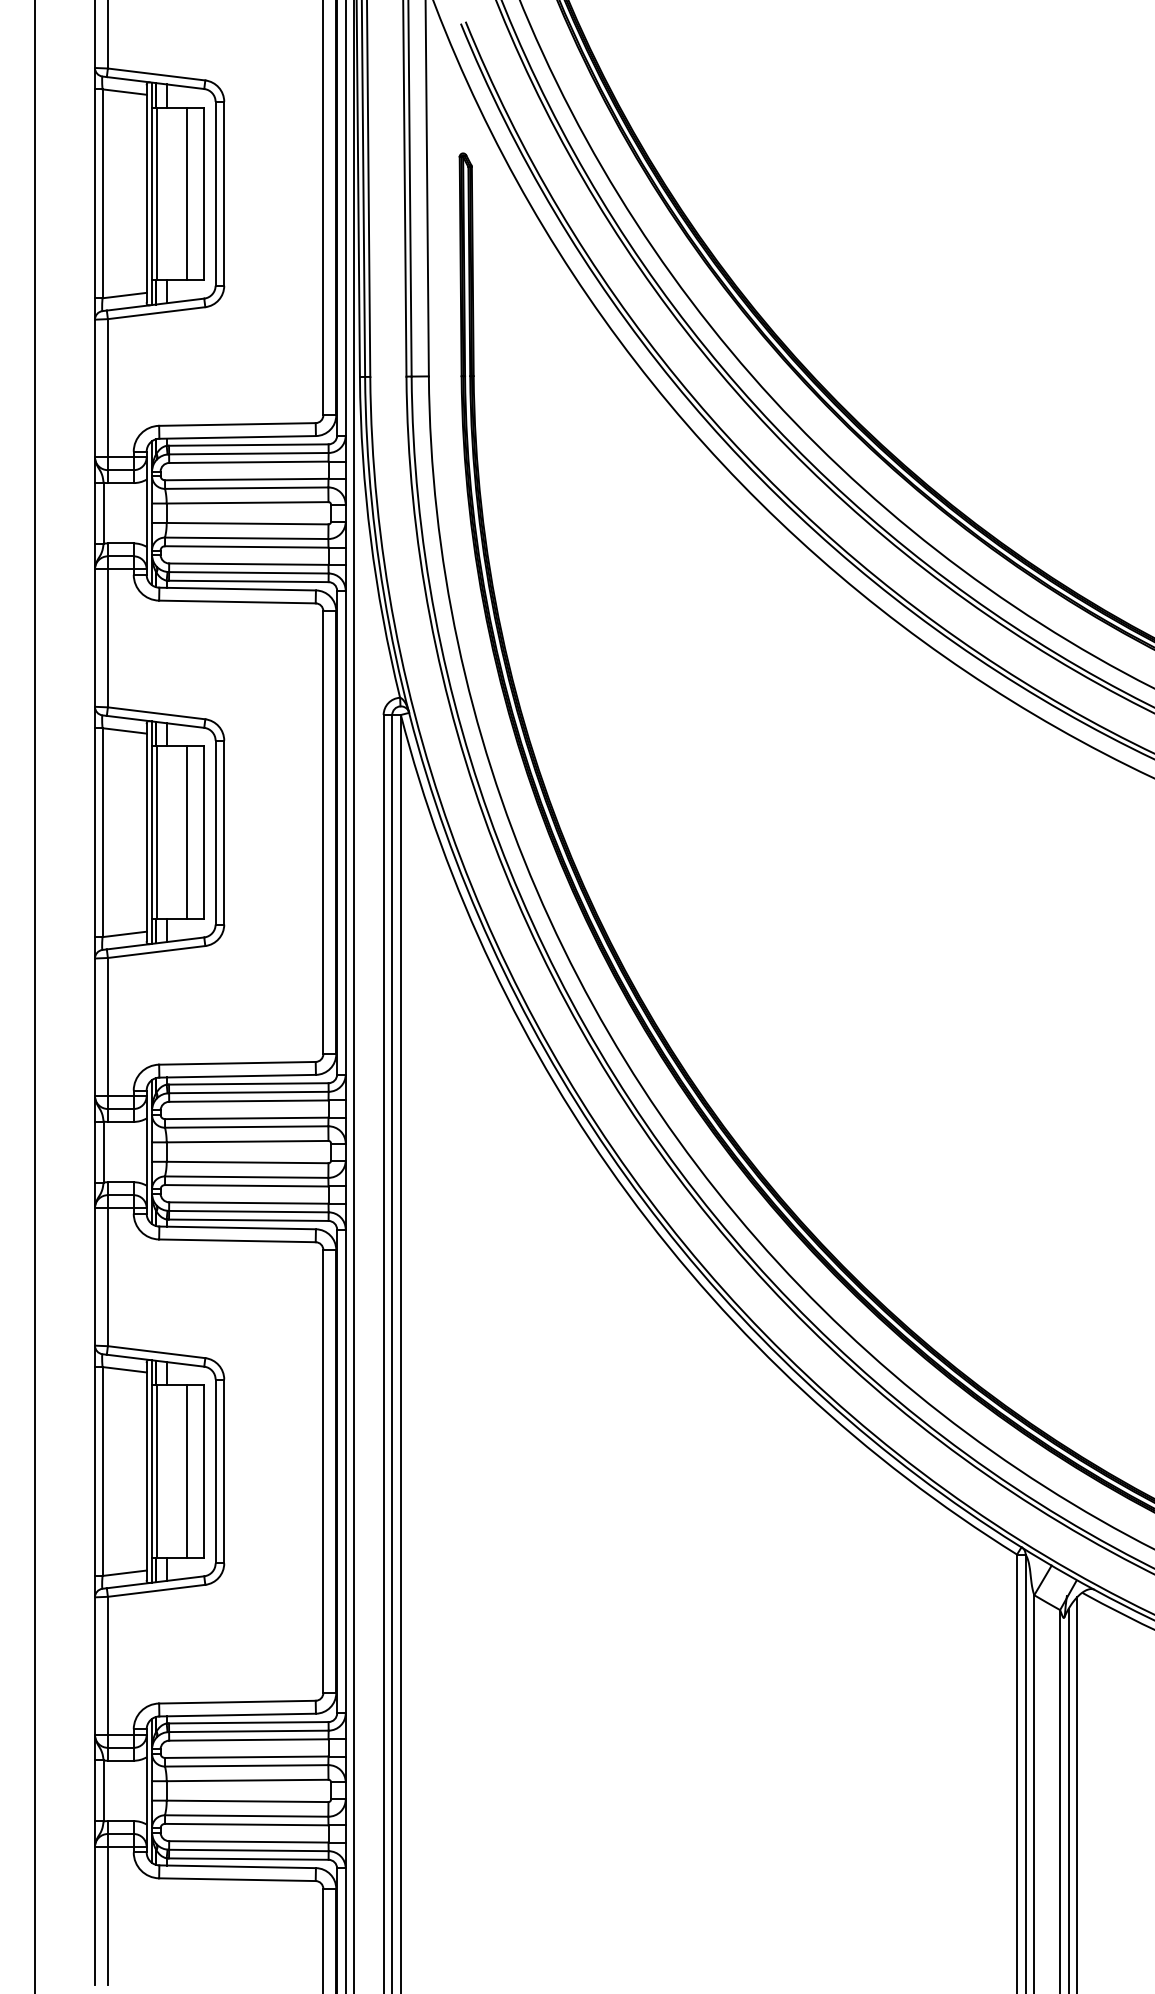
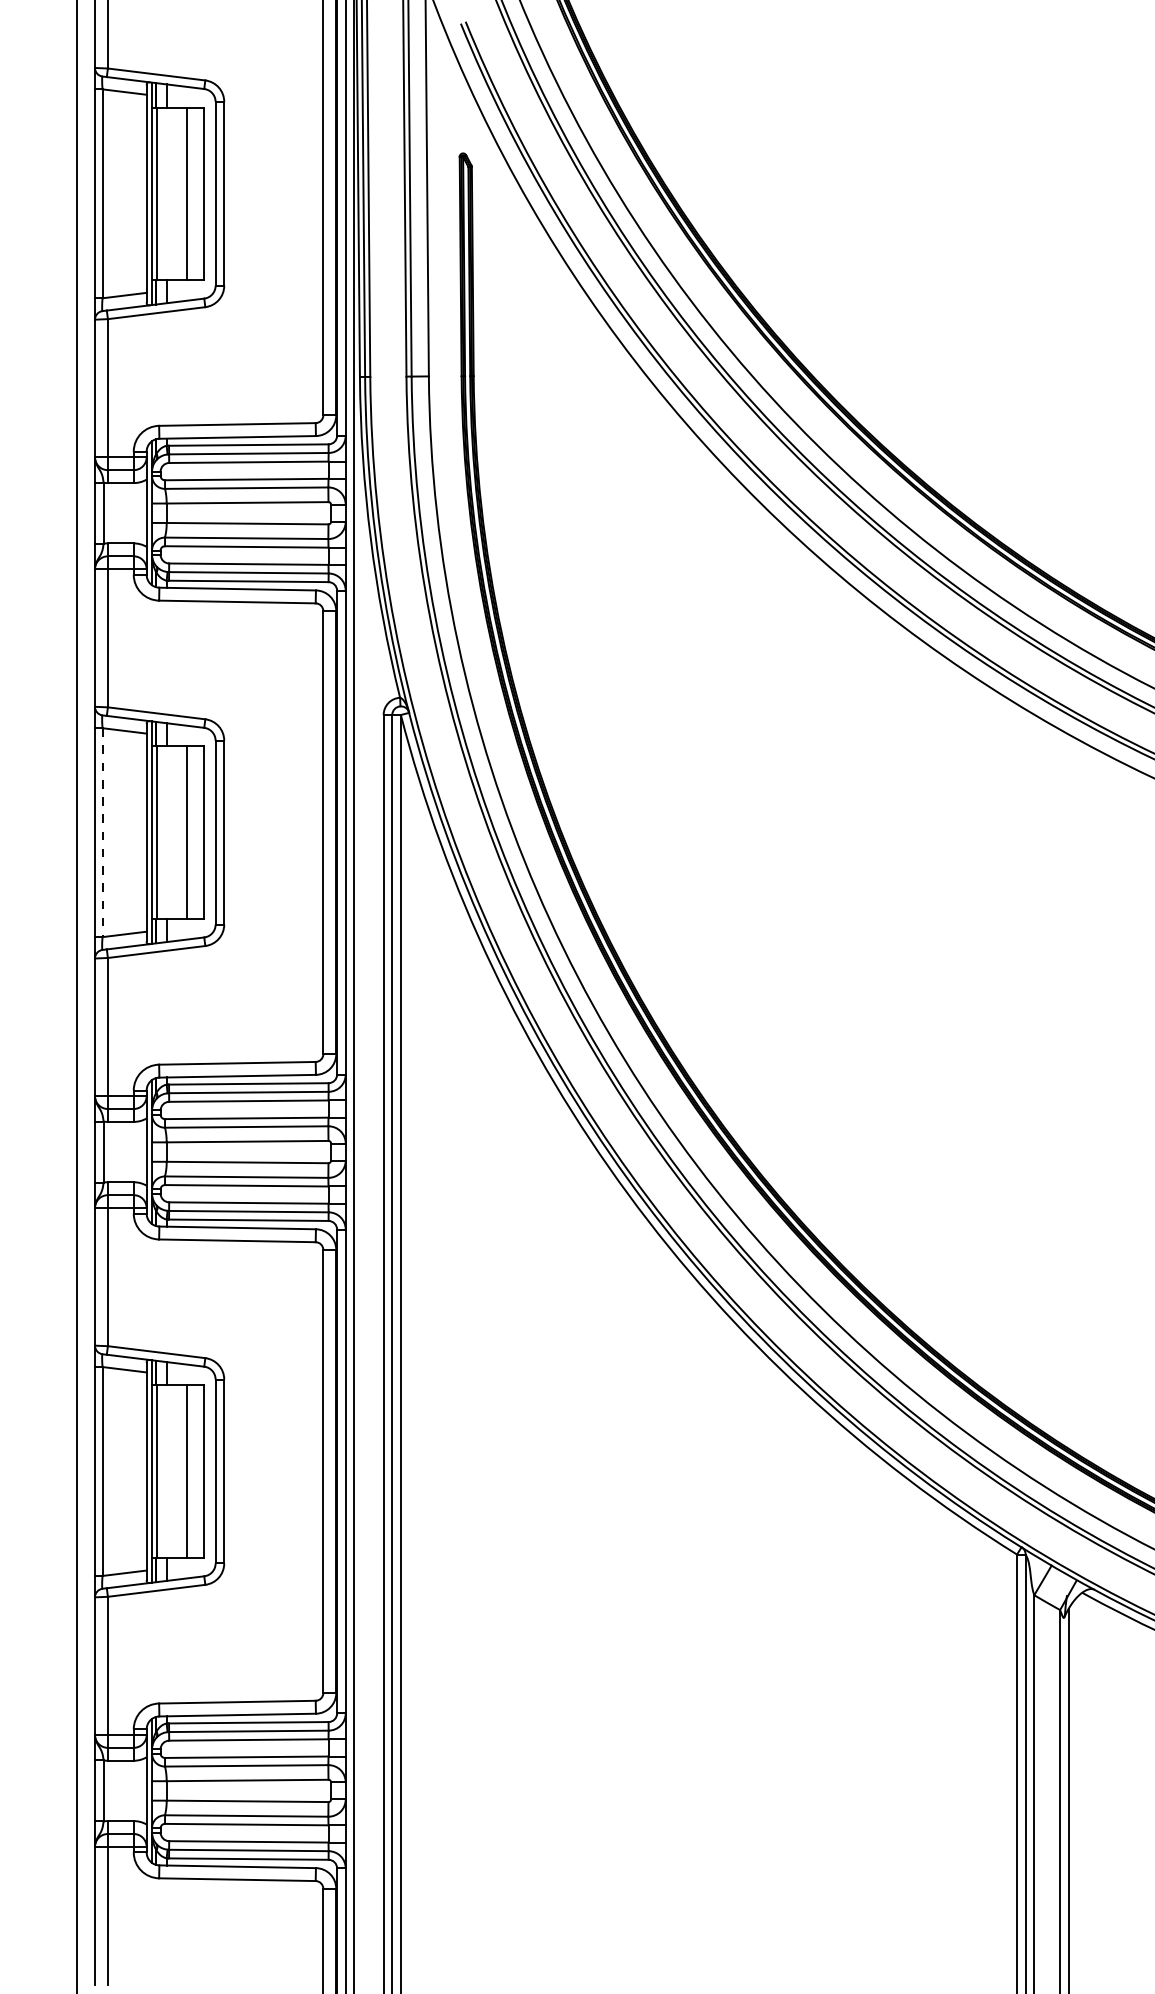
line at (102, 833): solid -> dashed
line at (34, 996) position: (34, 996) -> (76, 996)
line at (1077, 1793): present -> none
